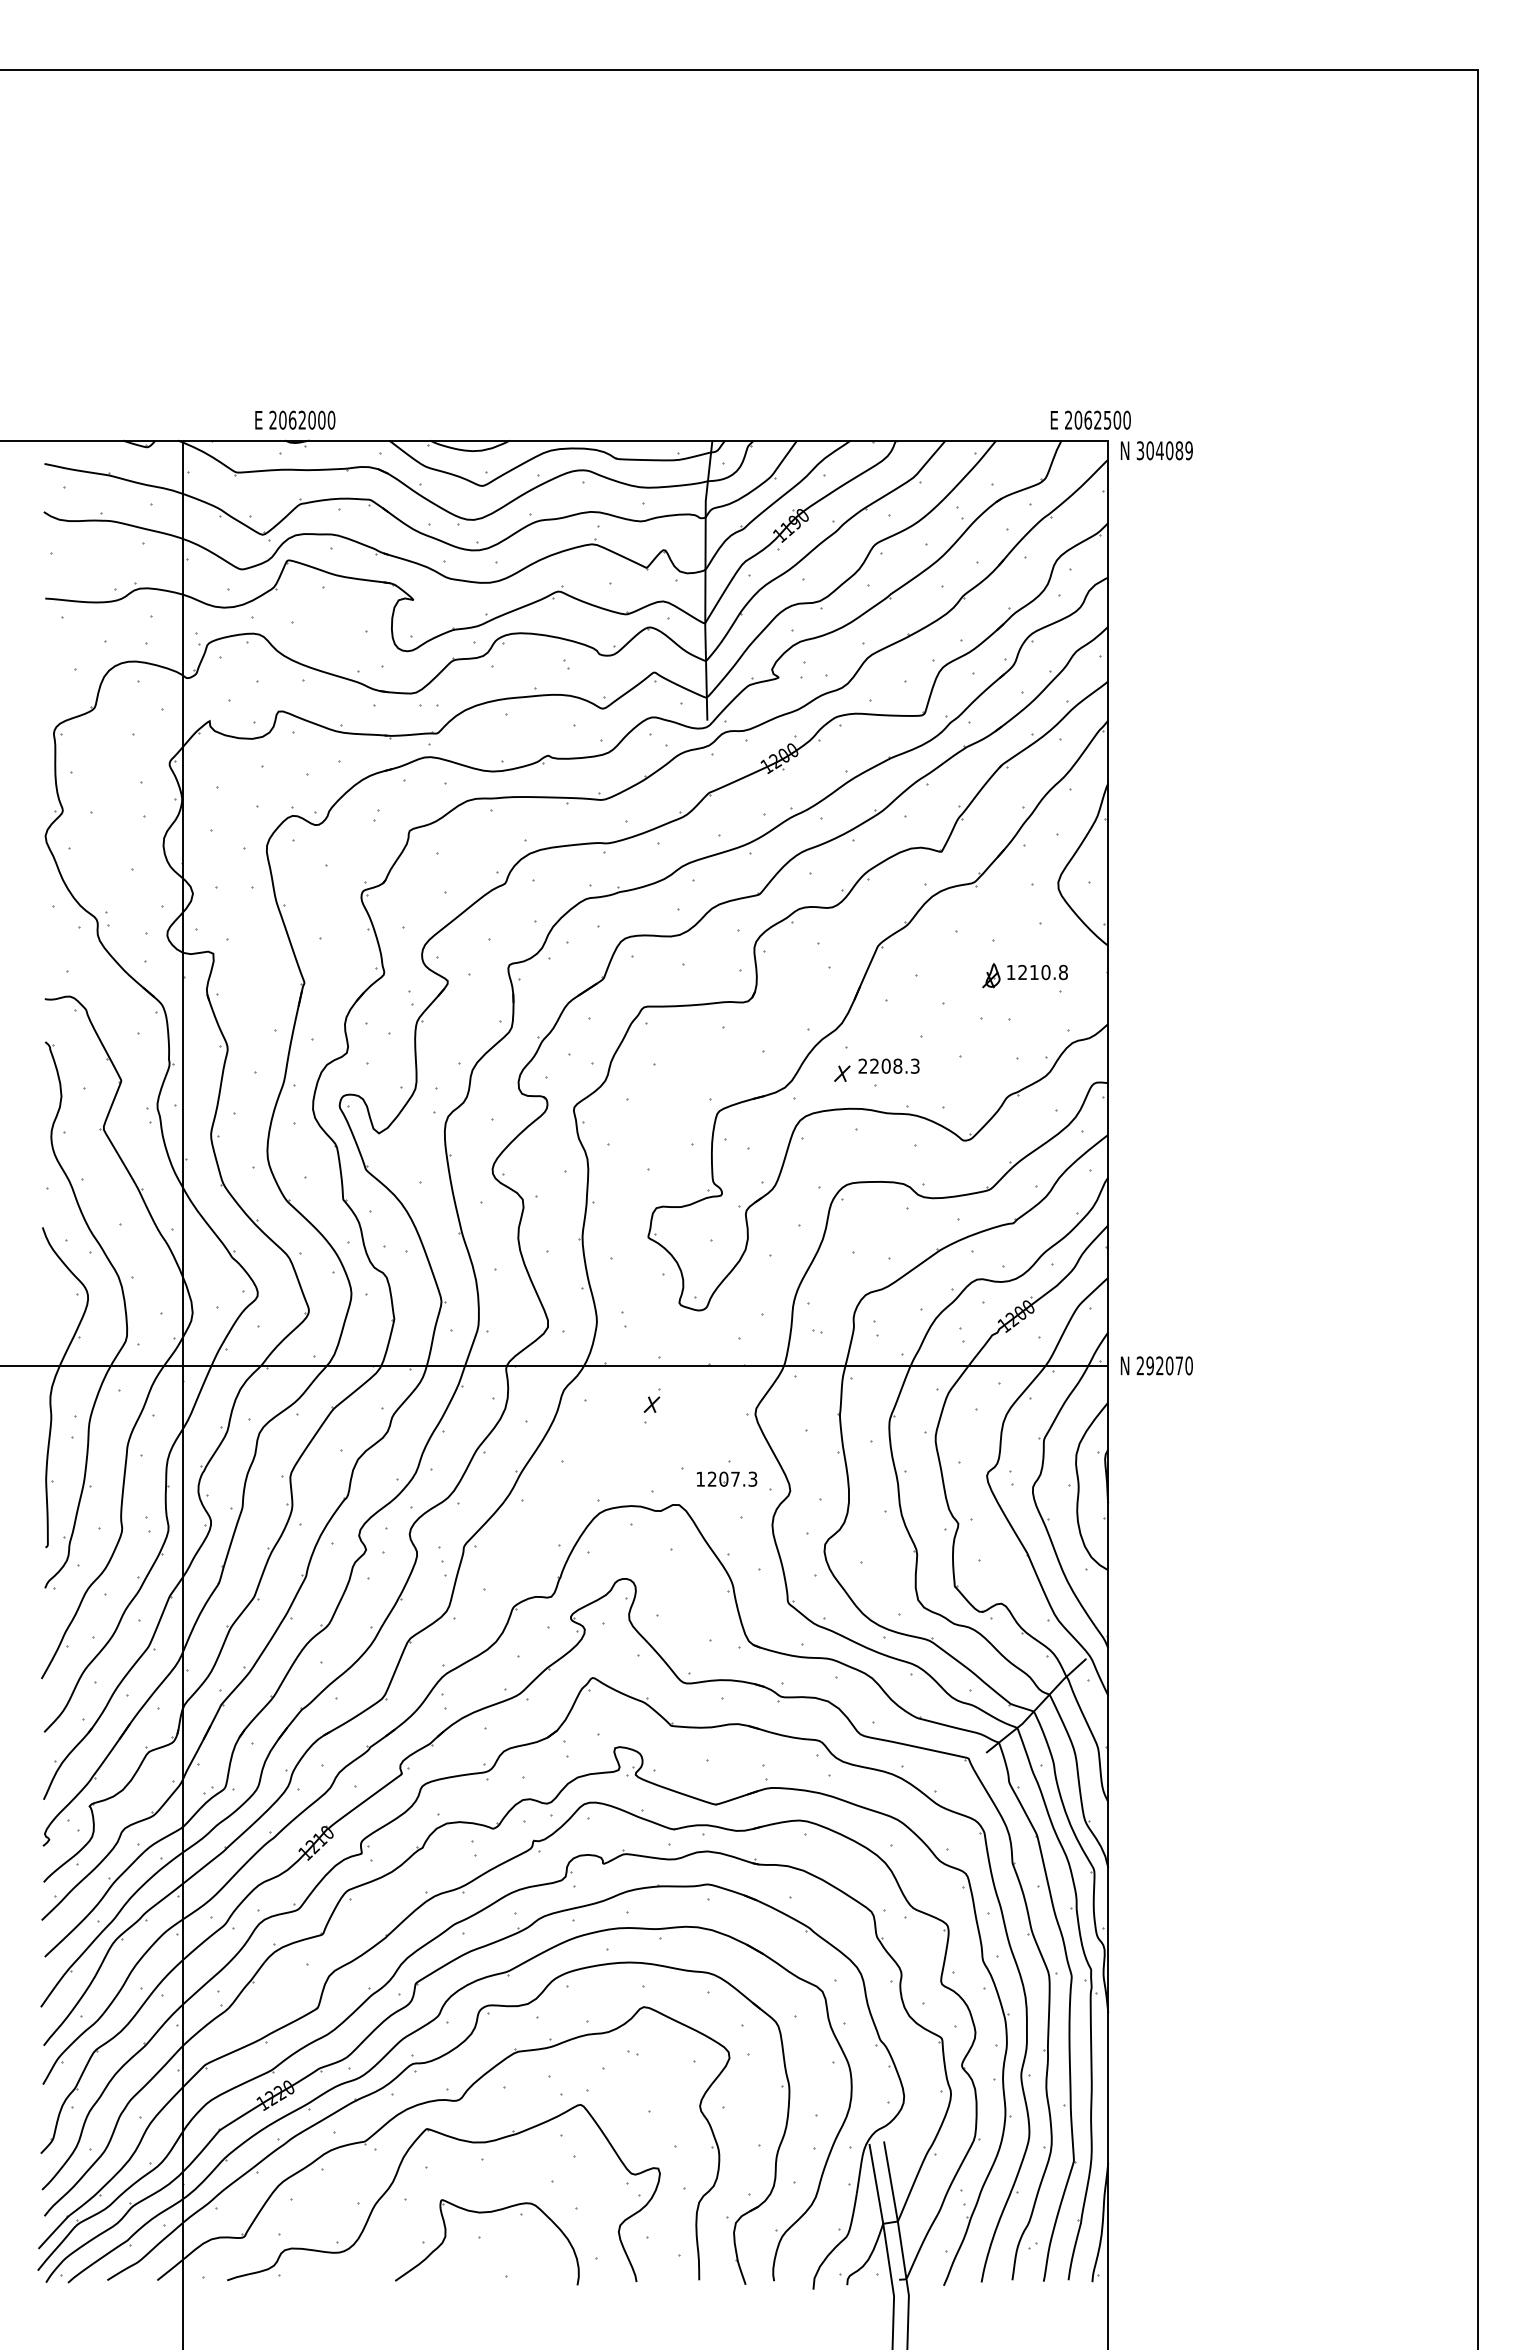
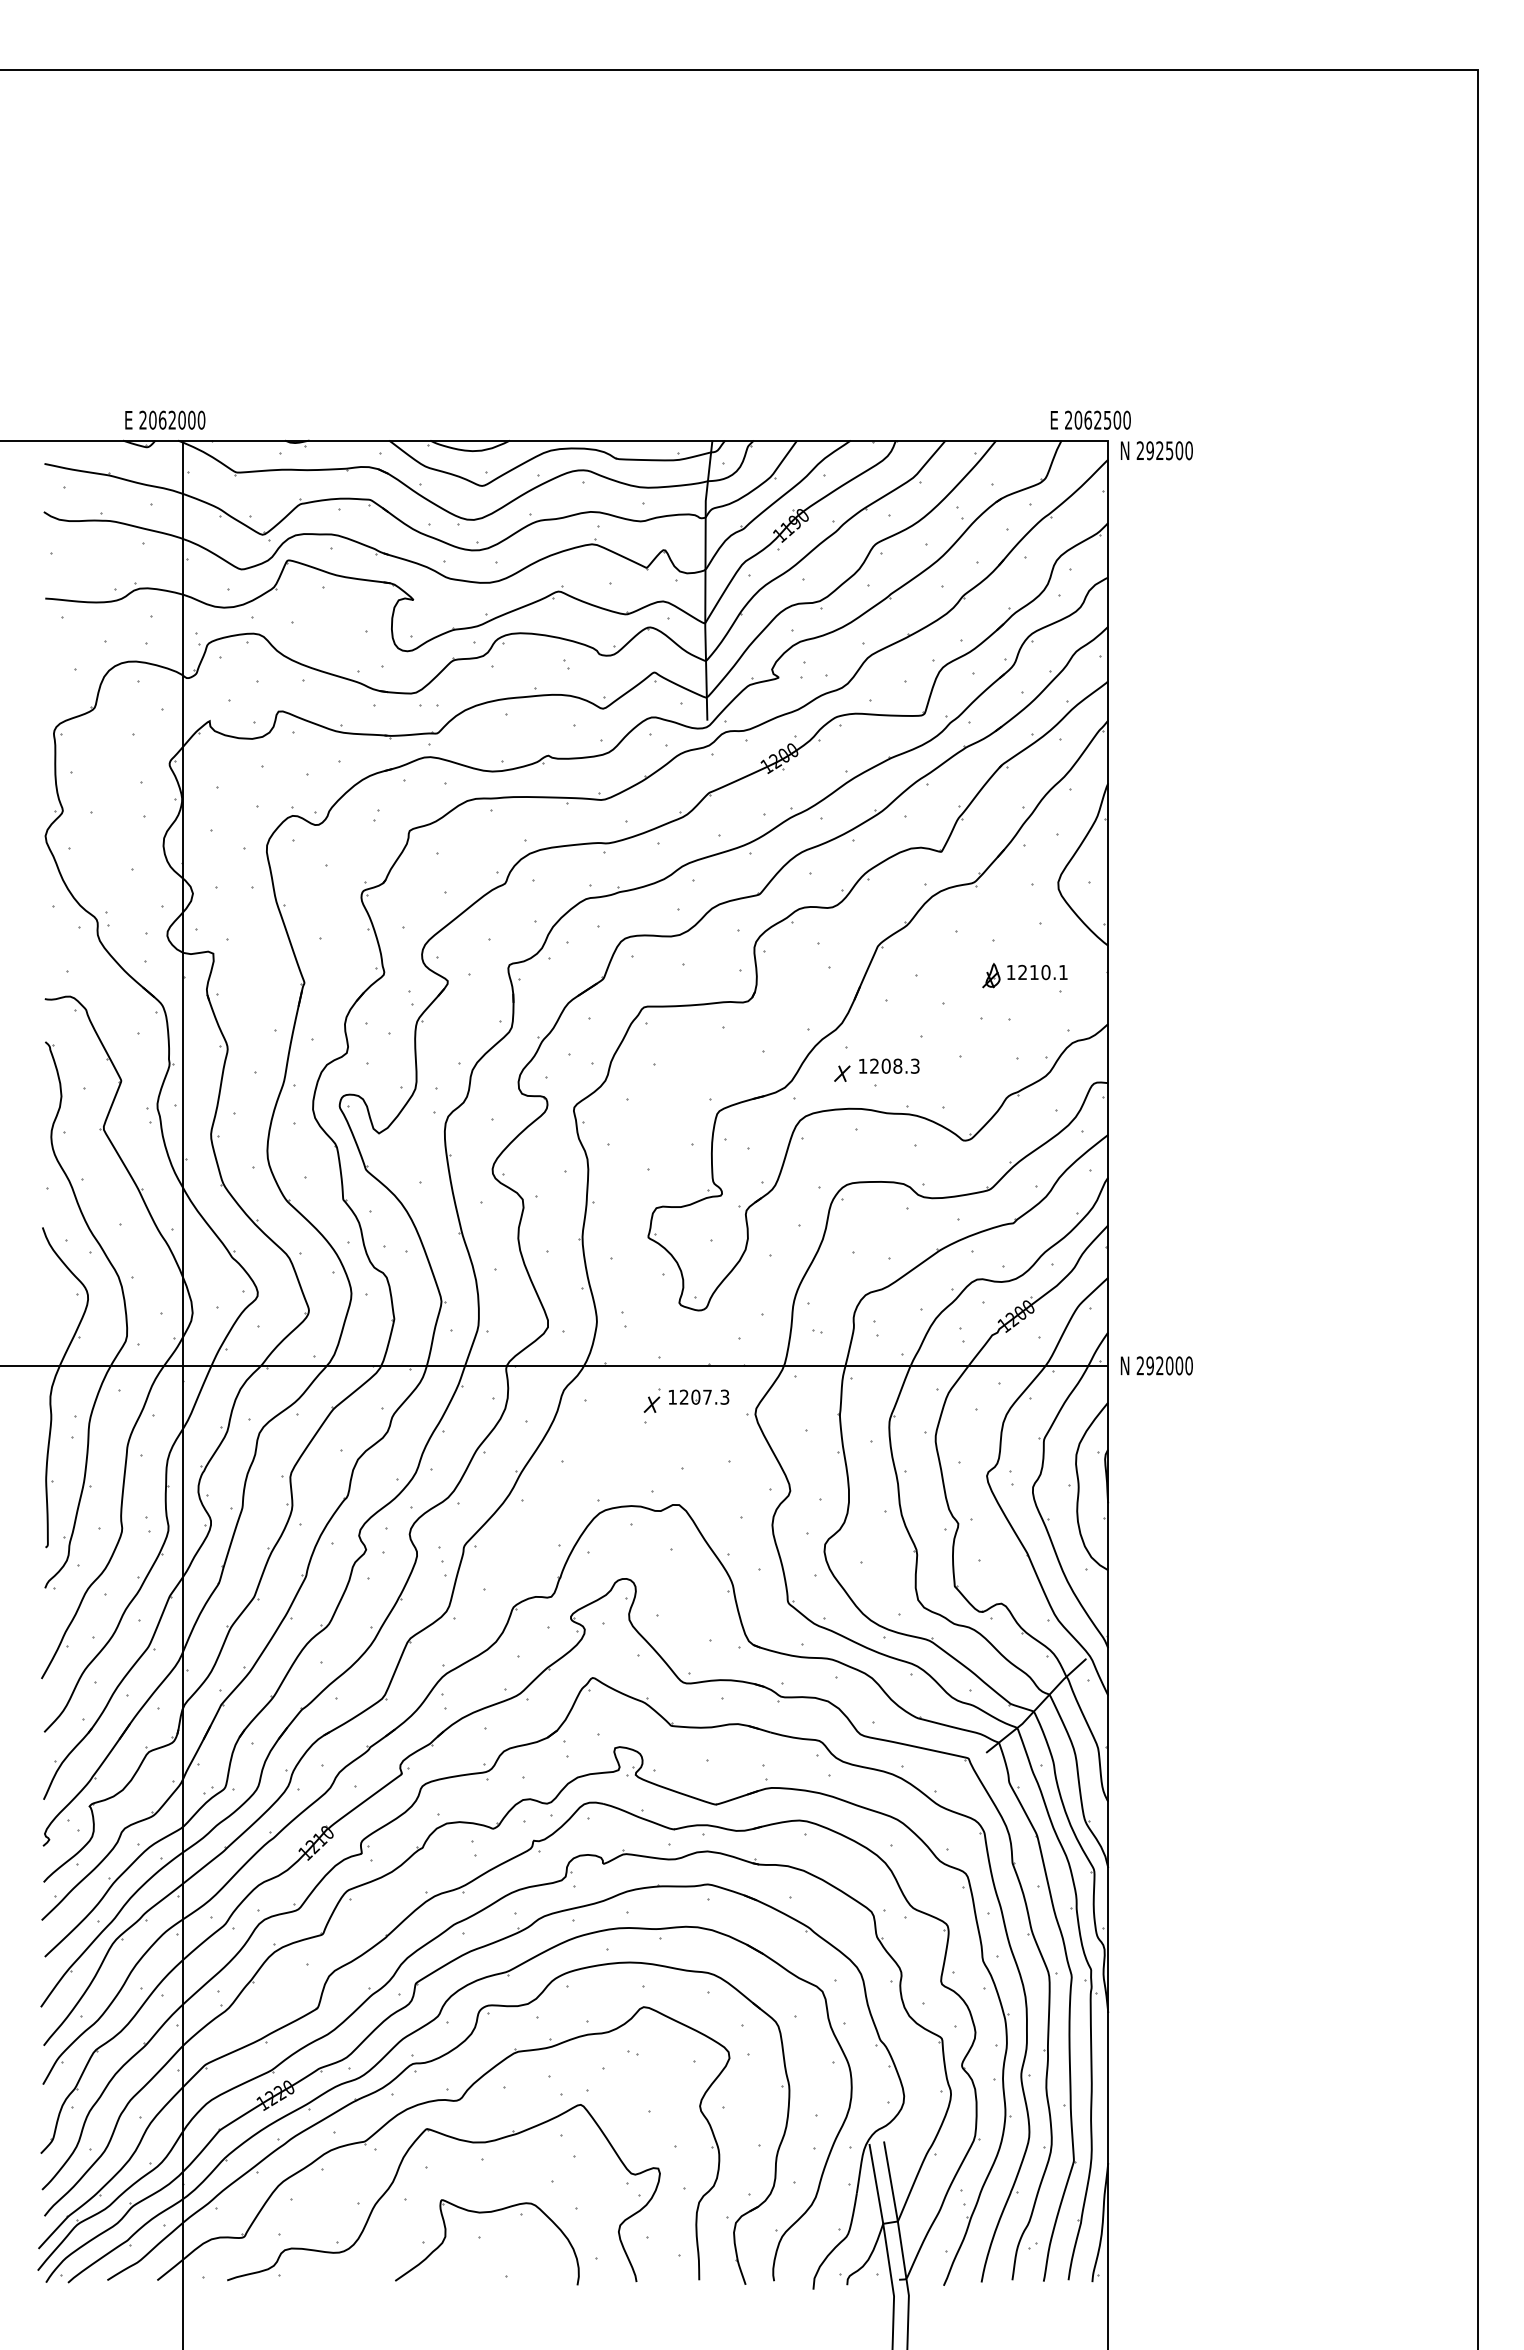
text at (295, 419) position: (295, 419) -> (165, 419)
text at (1164, 450): 304089 -> 292500
text at (1063, 972): 1210.8 -> 1210.1
text at (862, 1065): 2208.3 -> 1208.3
text at (1179, 1365): 292070 -> 292000
part at (727, 1478) position: (727, 1478) -> (699, 1396)
